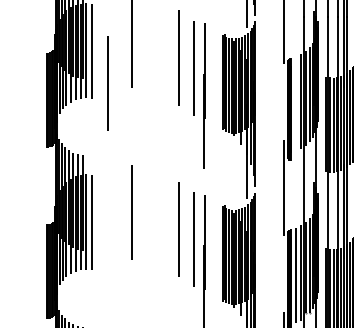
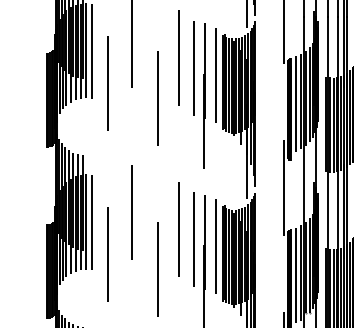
line at (215, 75): none -> present
line at (157, 98): none -> present
line at (296, 103): none -> present
line at (215, 246): none -> present
line at (108, 254): none -> present
line at (157, 269): none -> present
